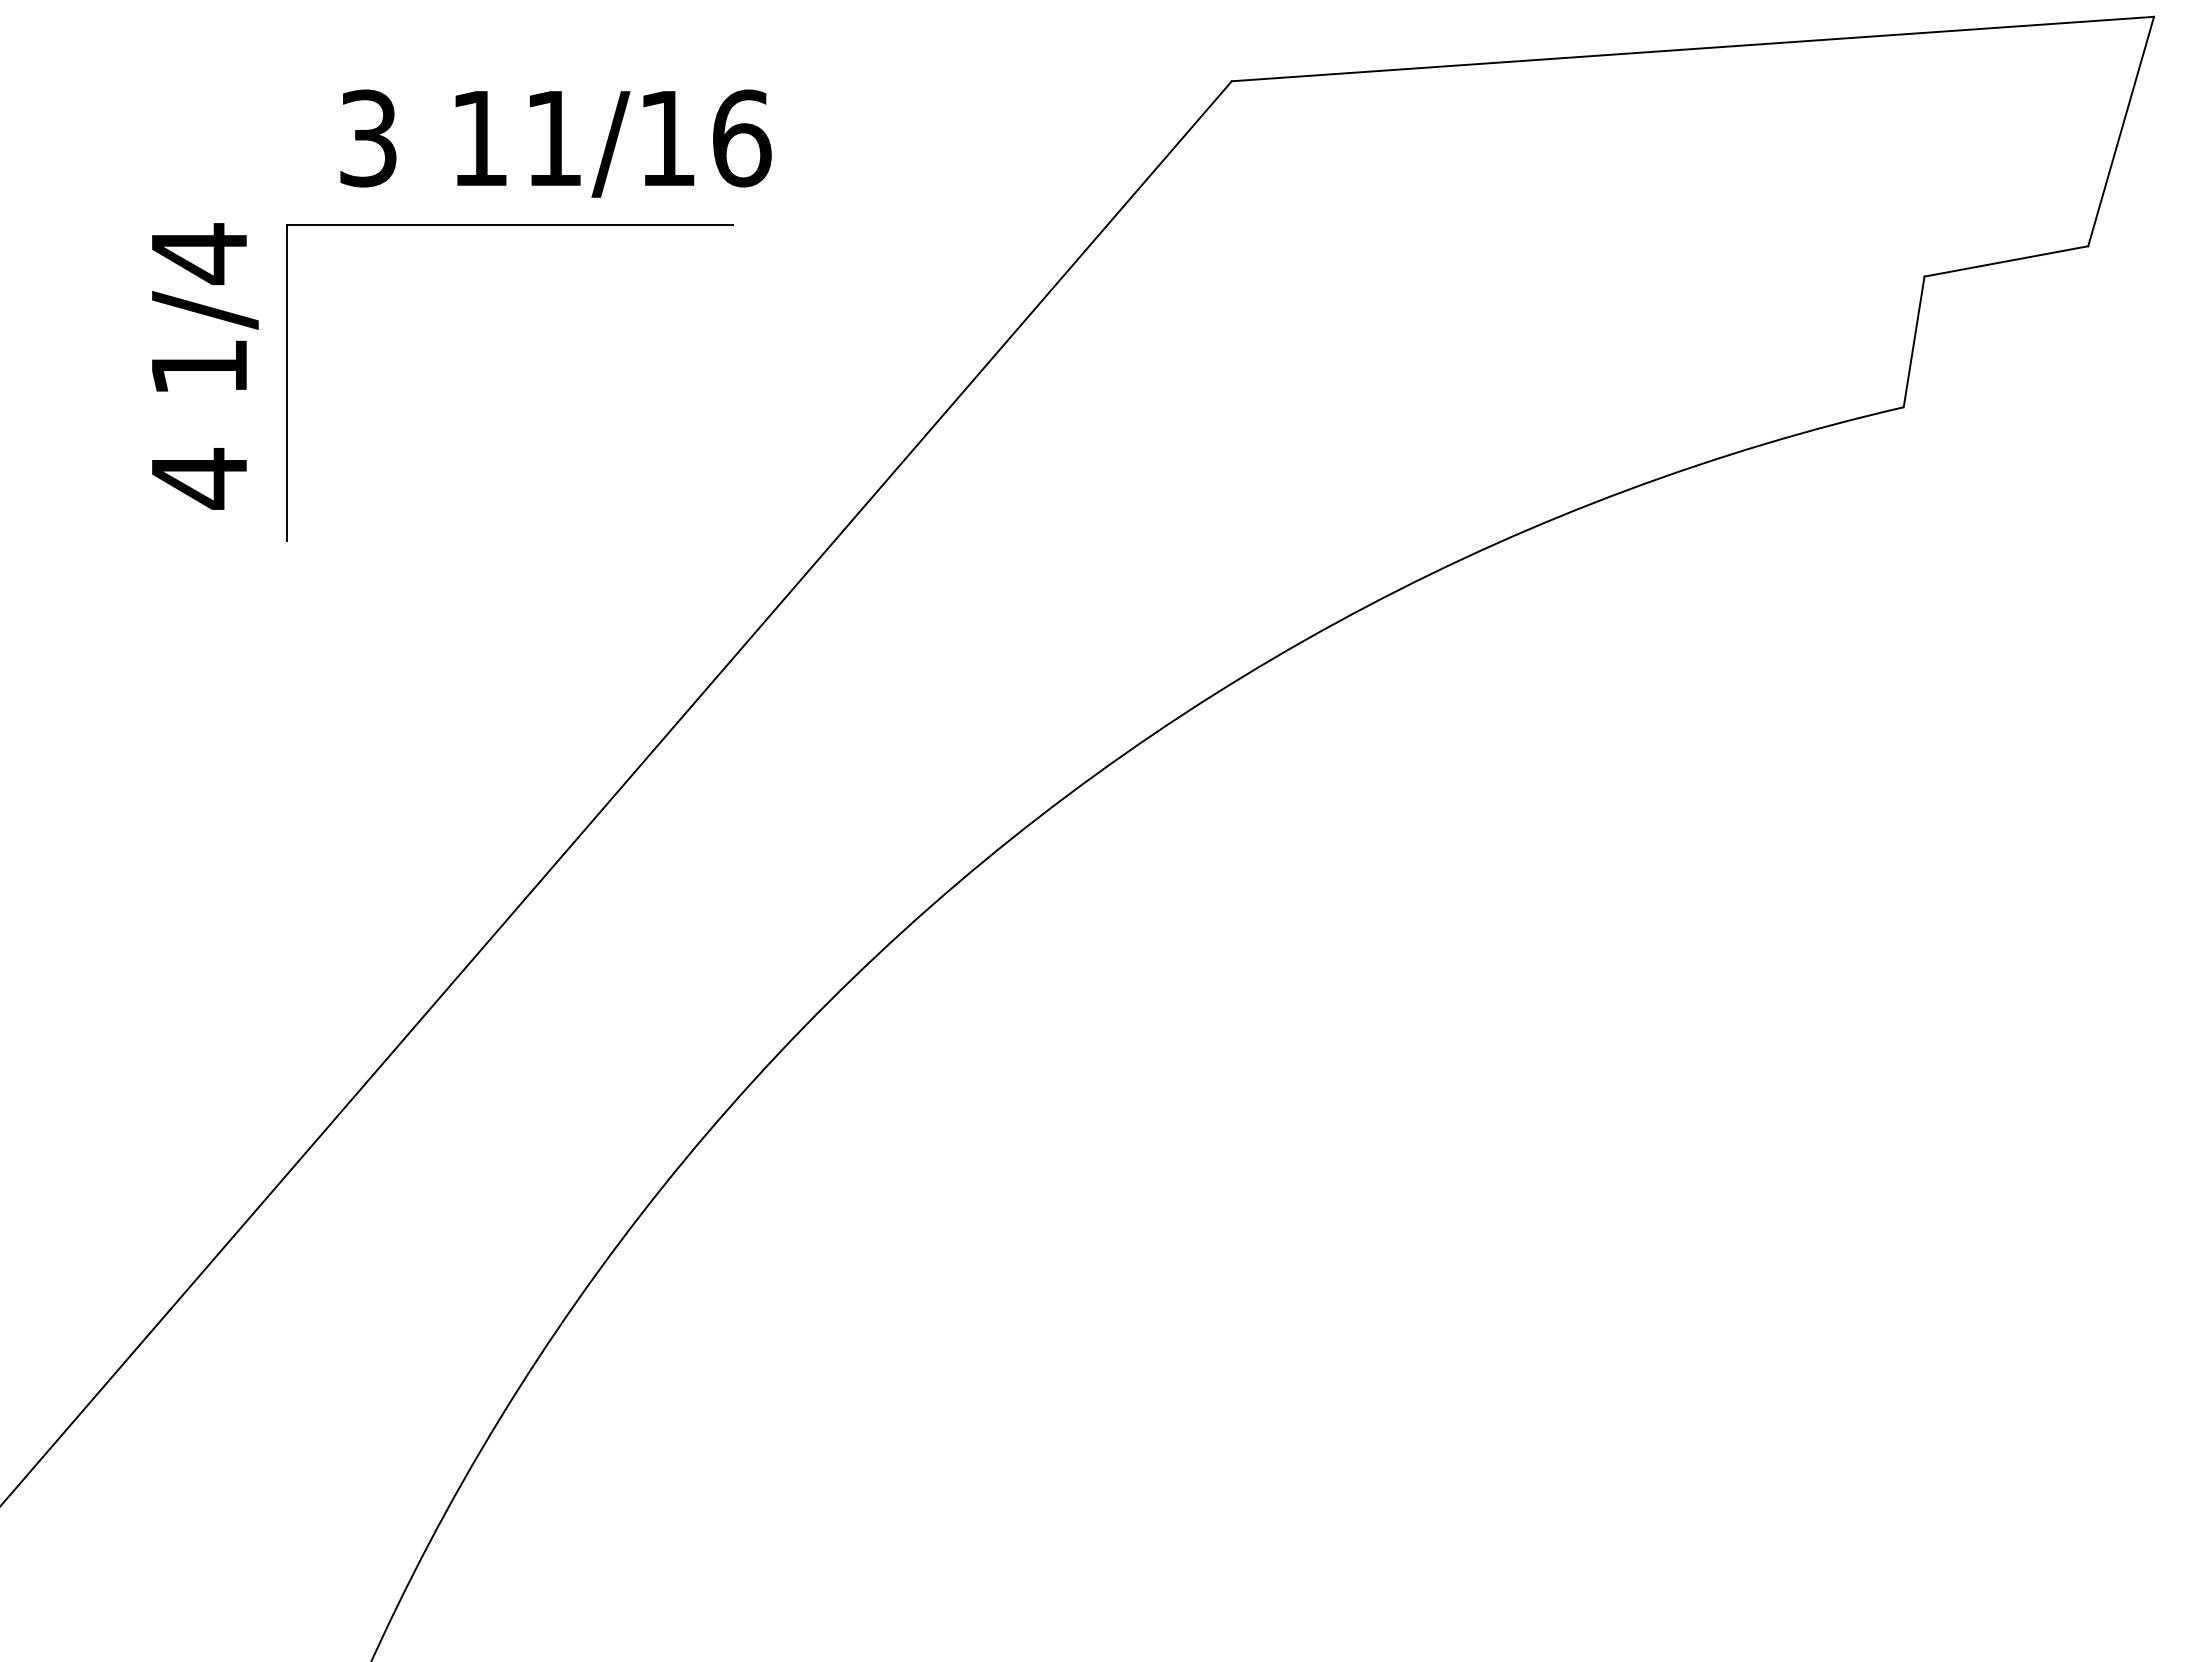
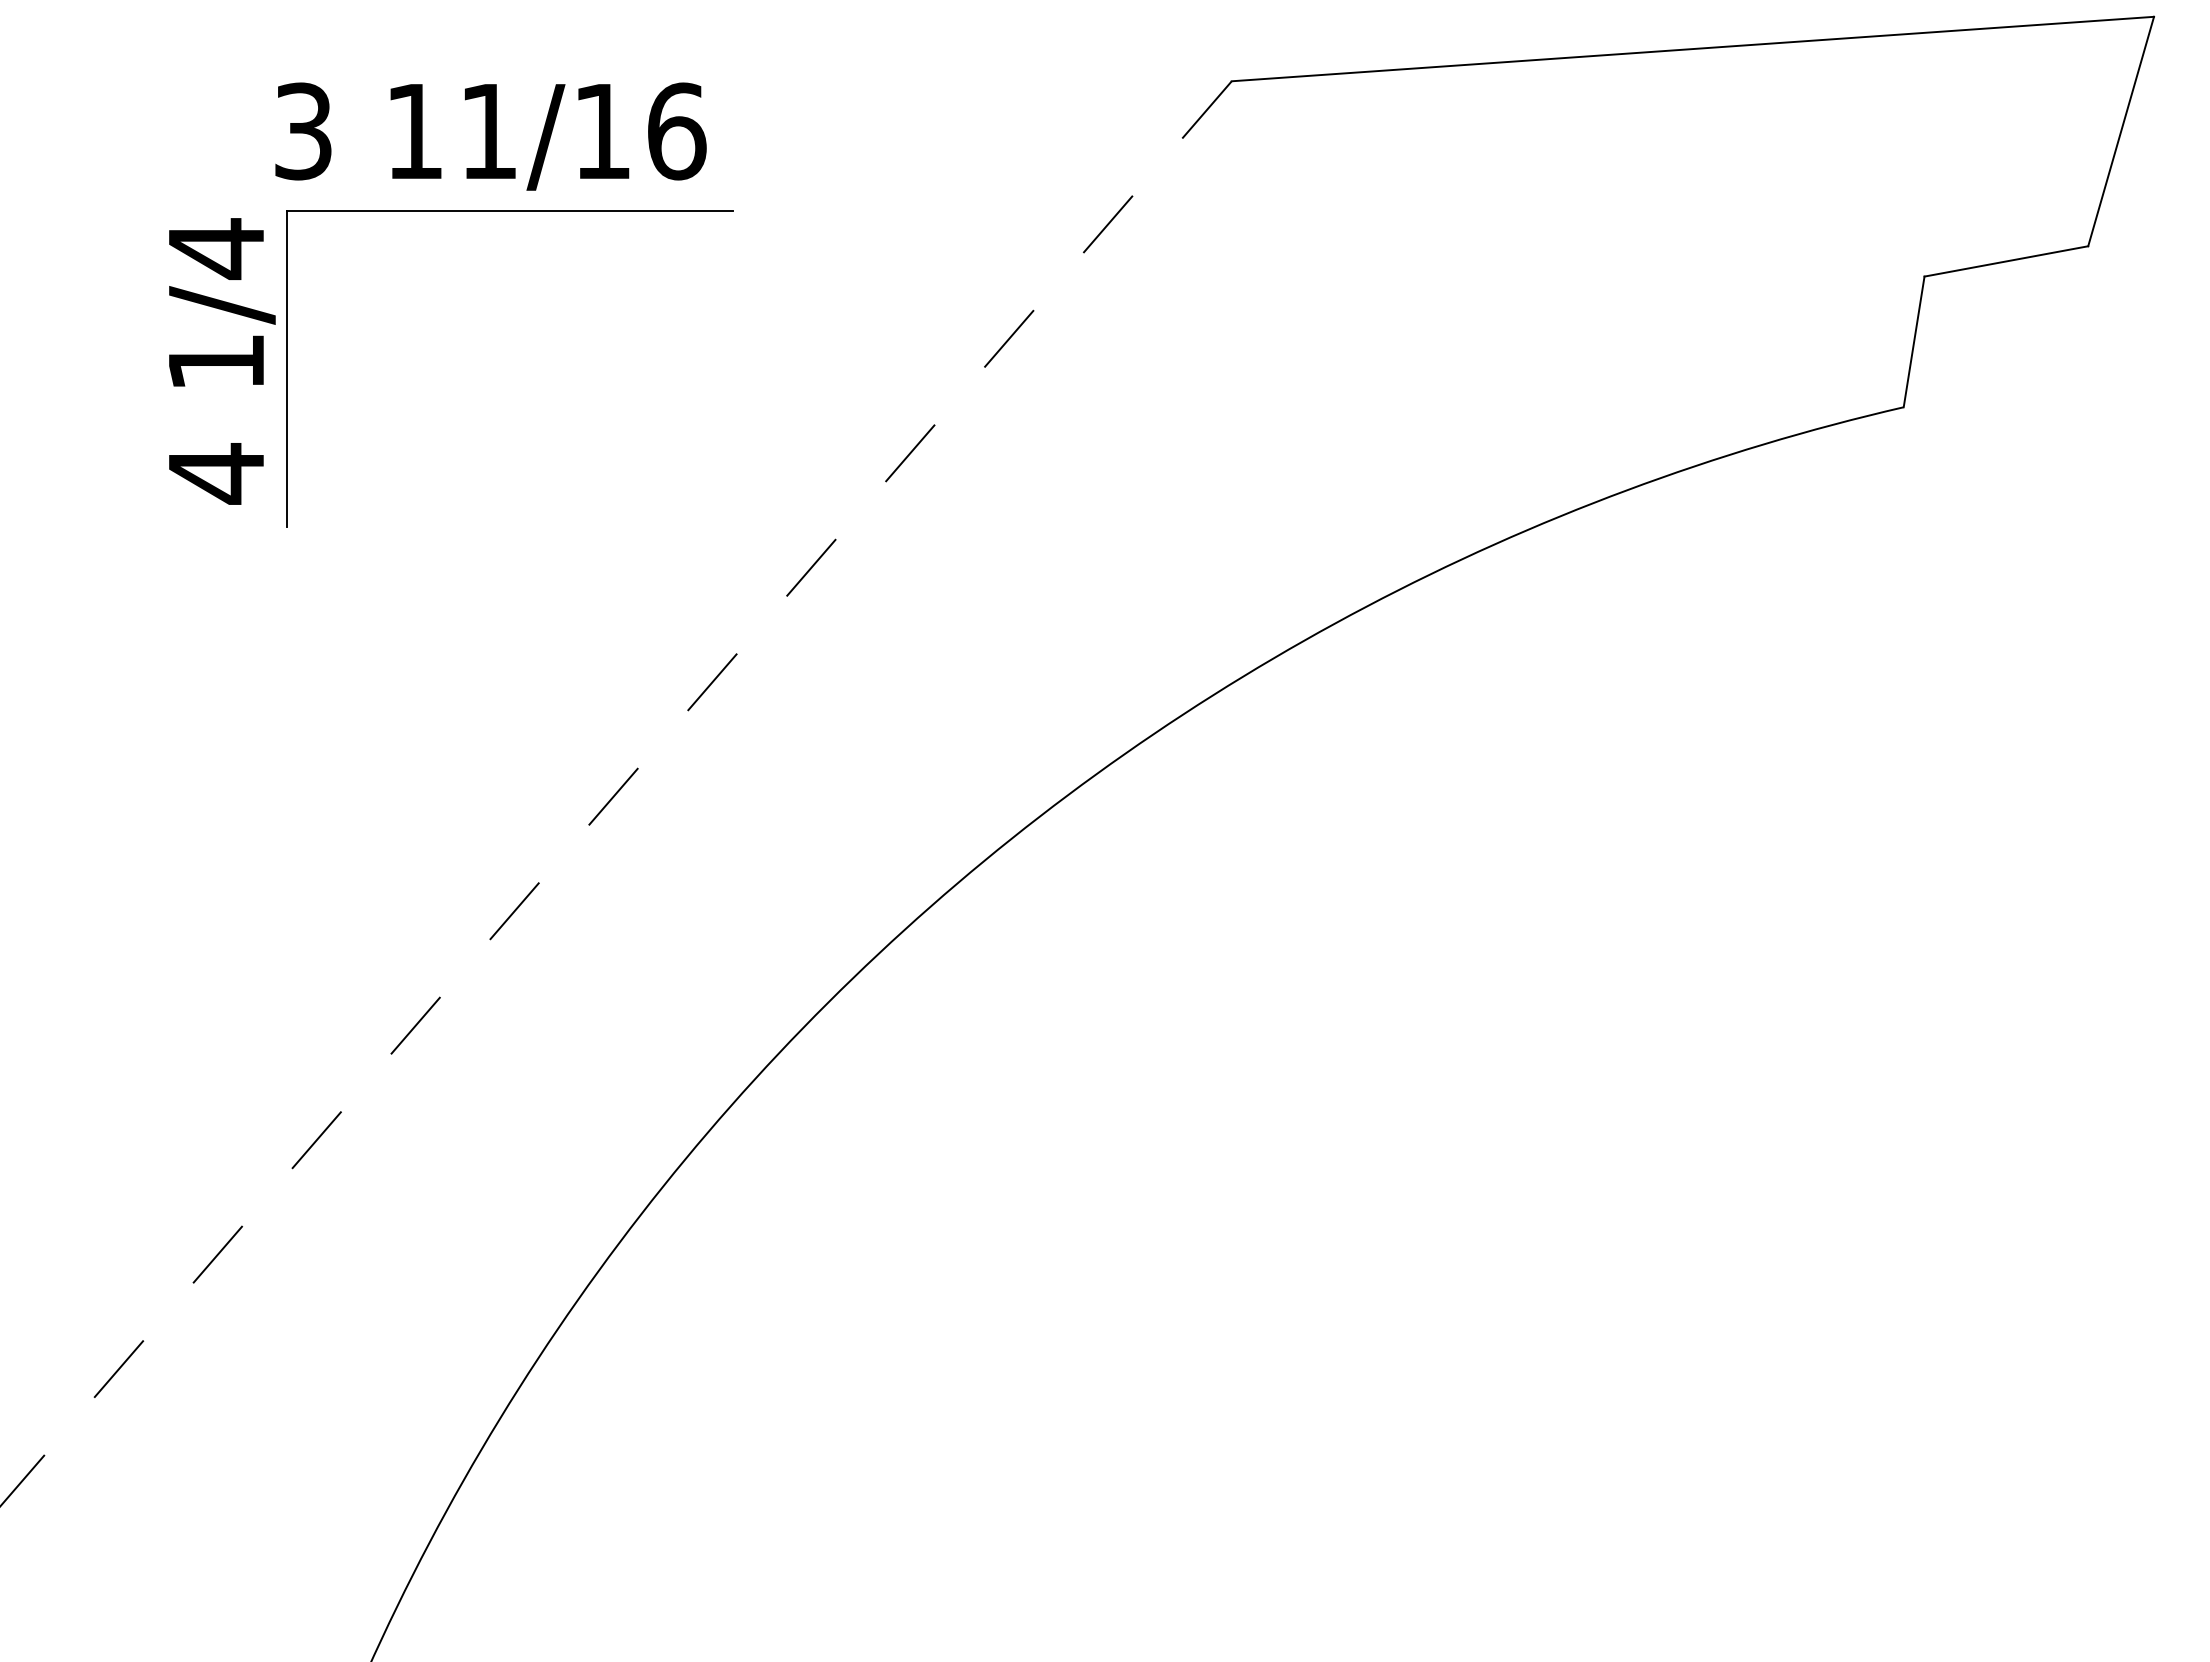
text at (555, 143) position: (555, 143) -> (490, 136)
part at (509, 225) position: (509, 225) -> (509, 211)
text at (205, 366) position: (205, 366) -> (222, 361)
line at (615, 793): solid -> dashed
